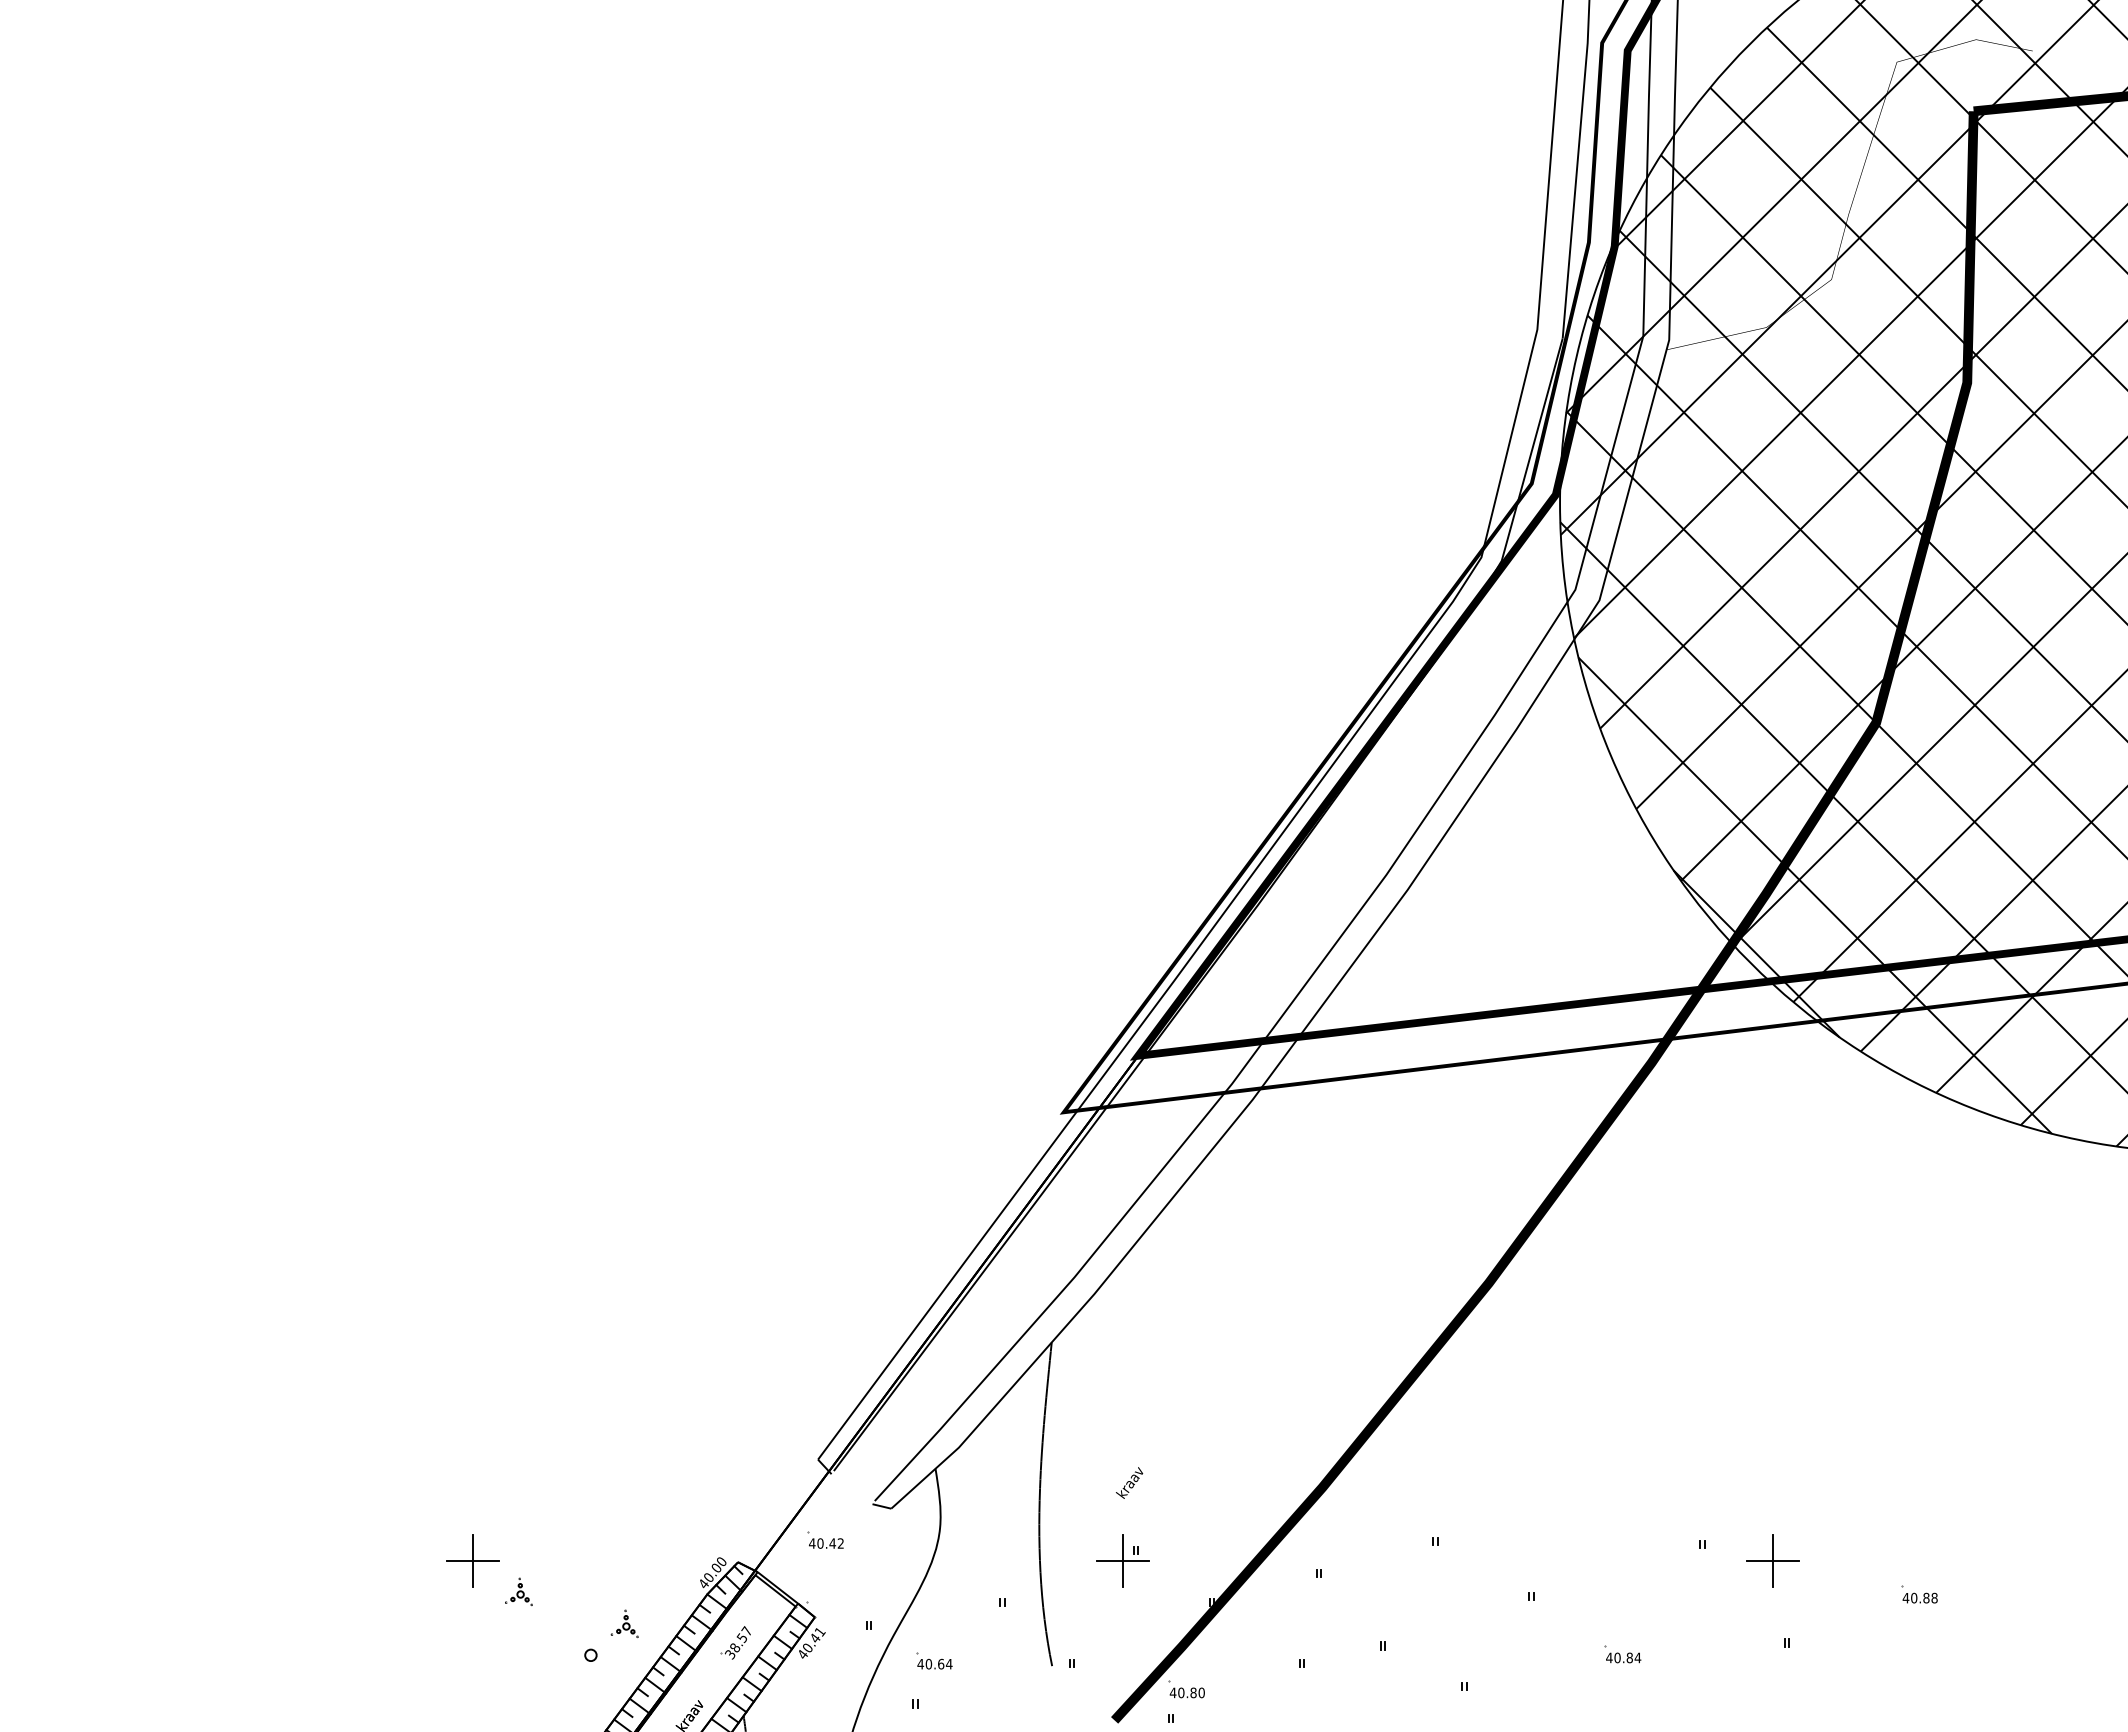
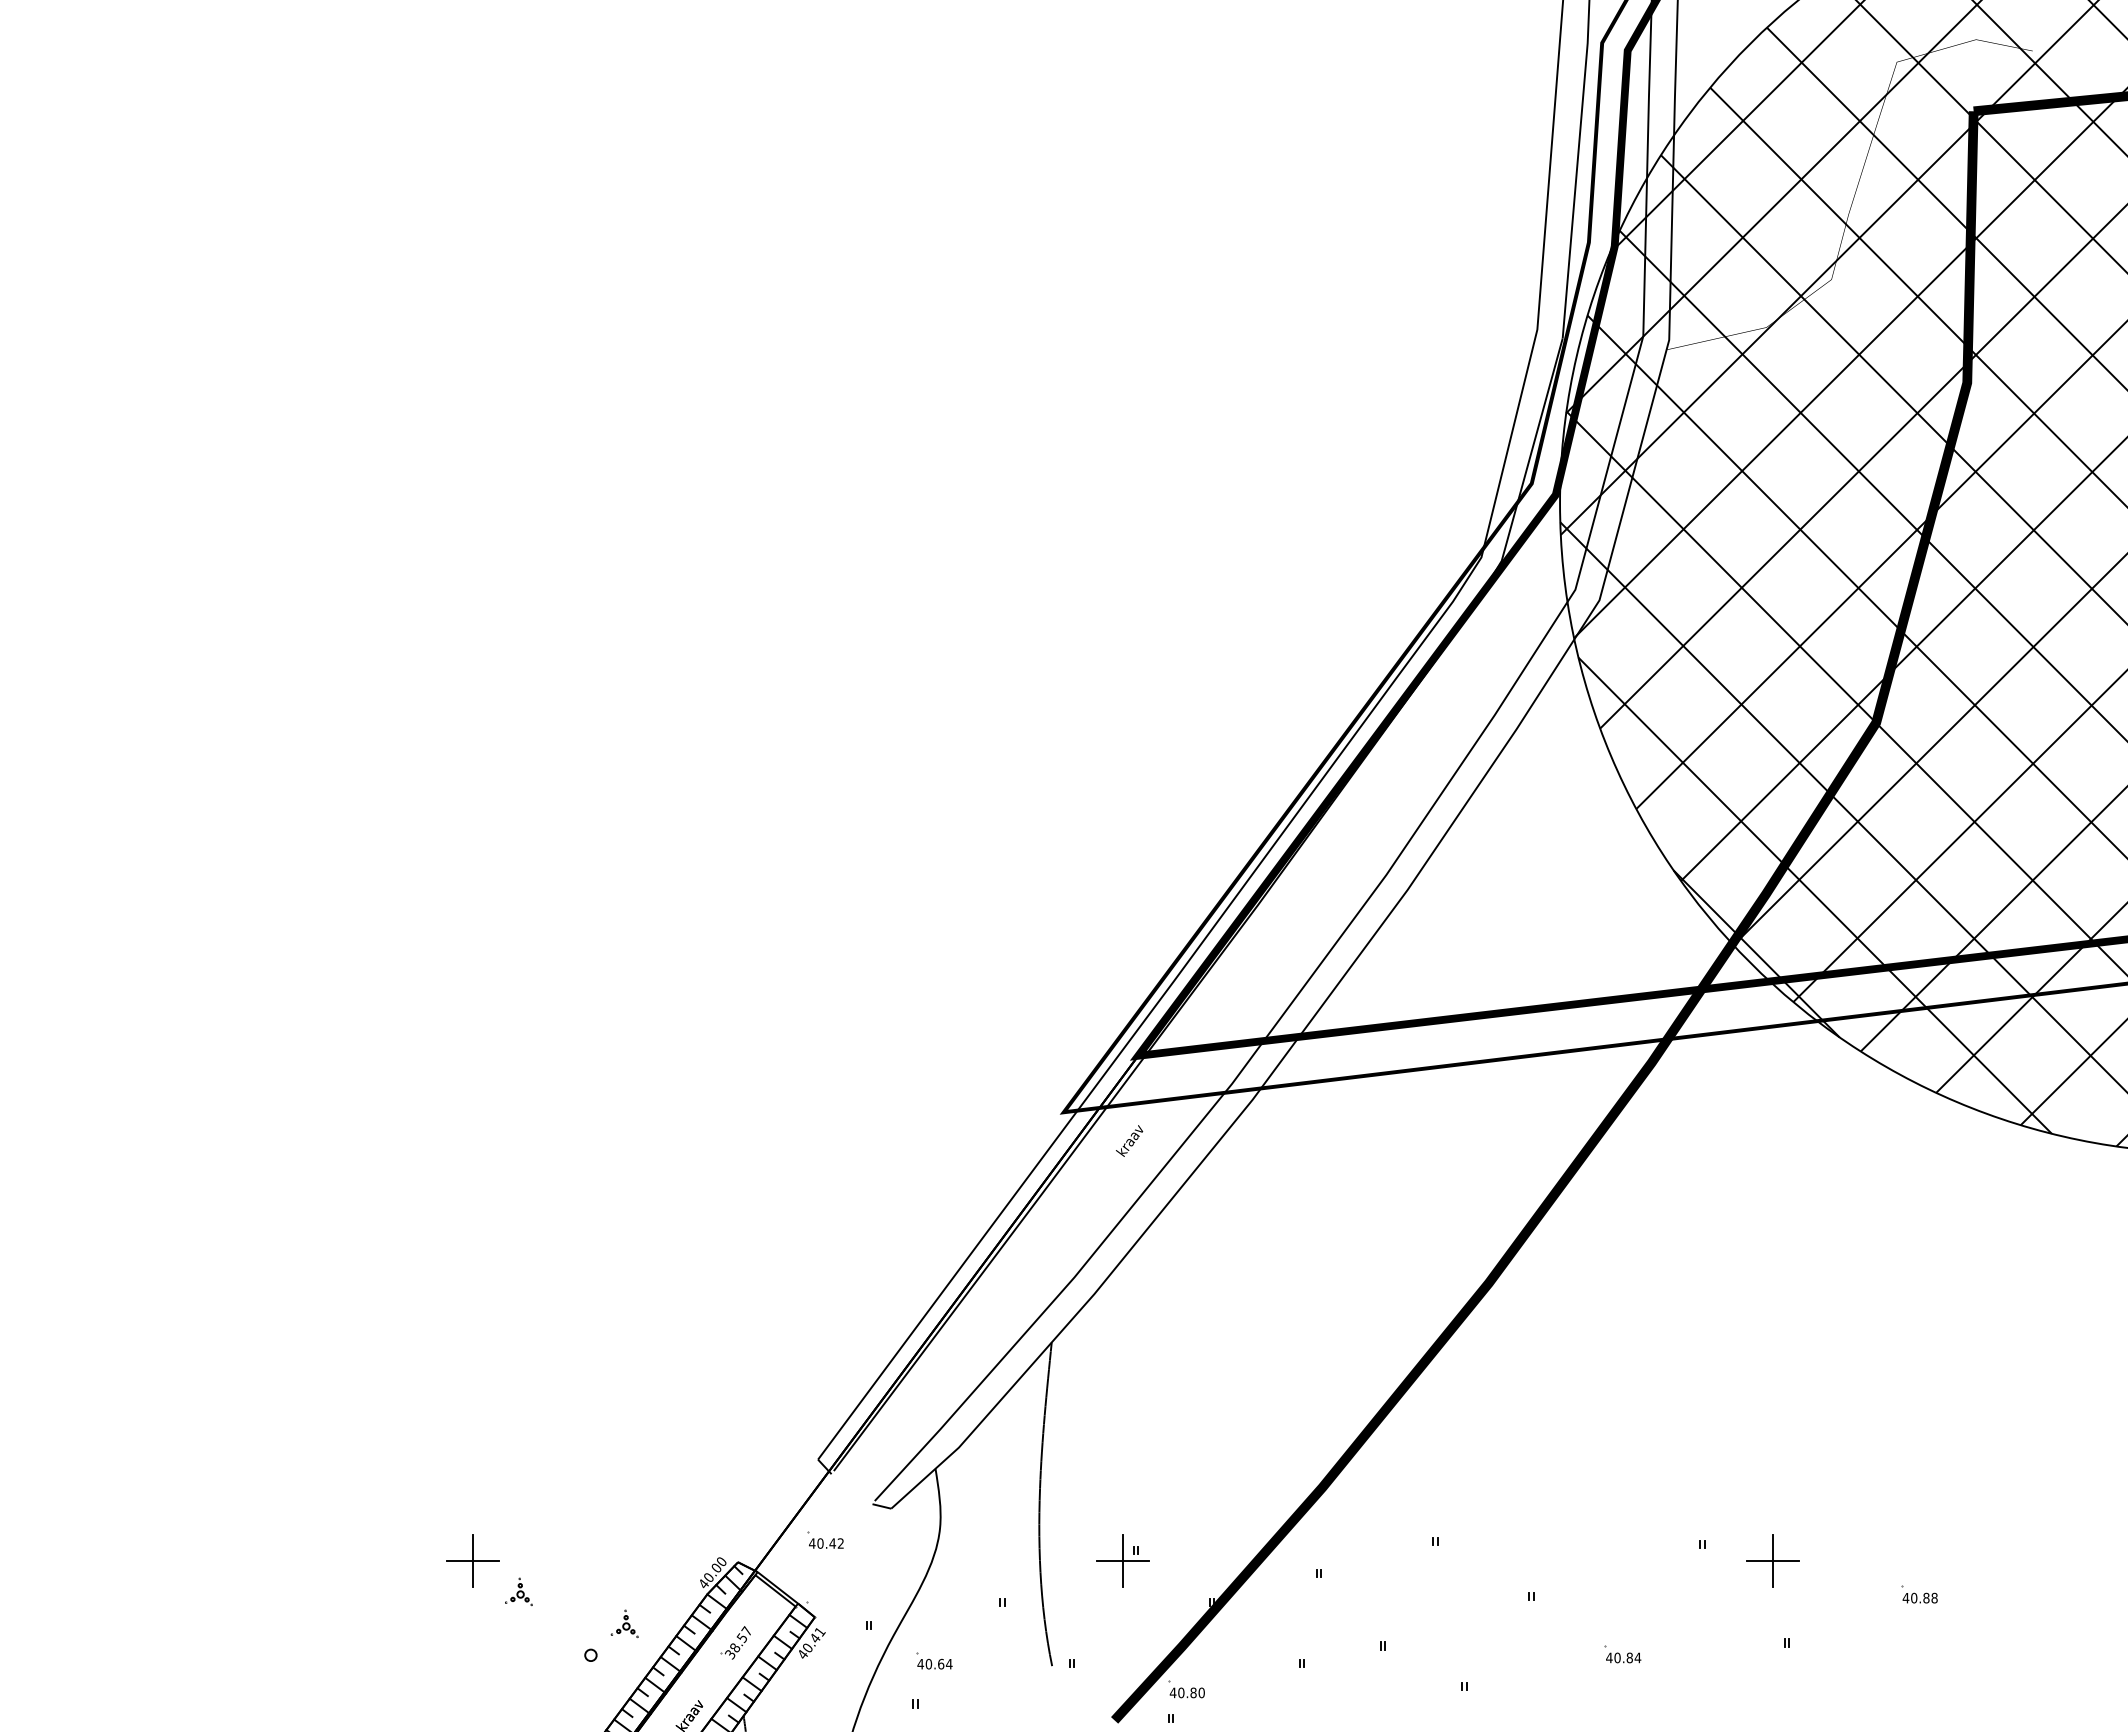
text at (1129, 1482) position: (1129, 1482) -> (1129, 1140)
